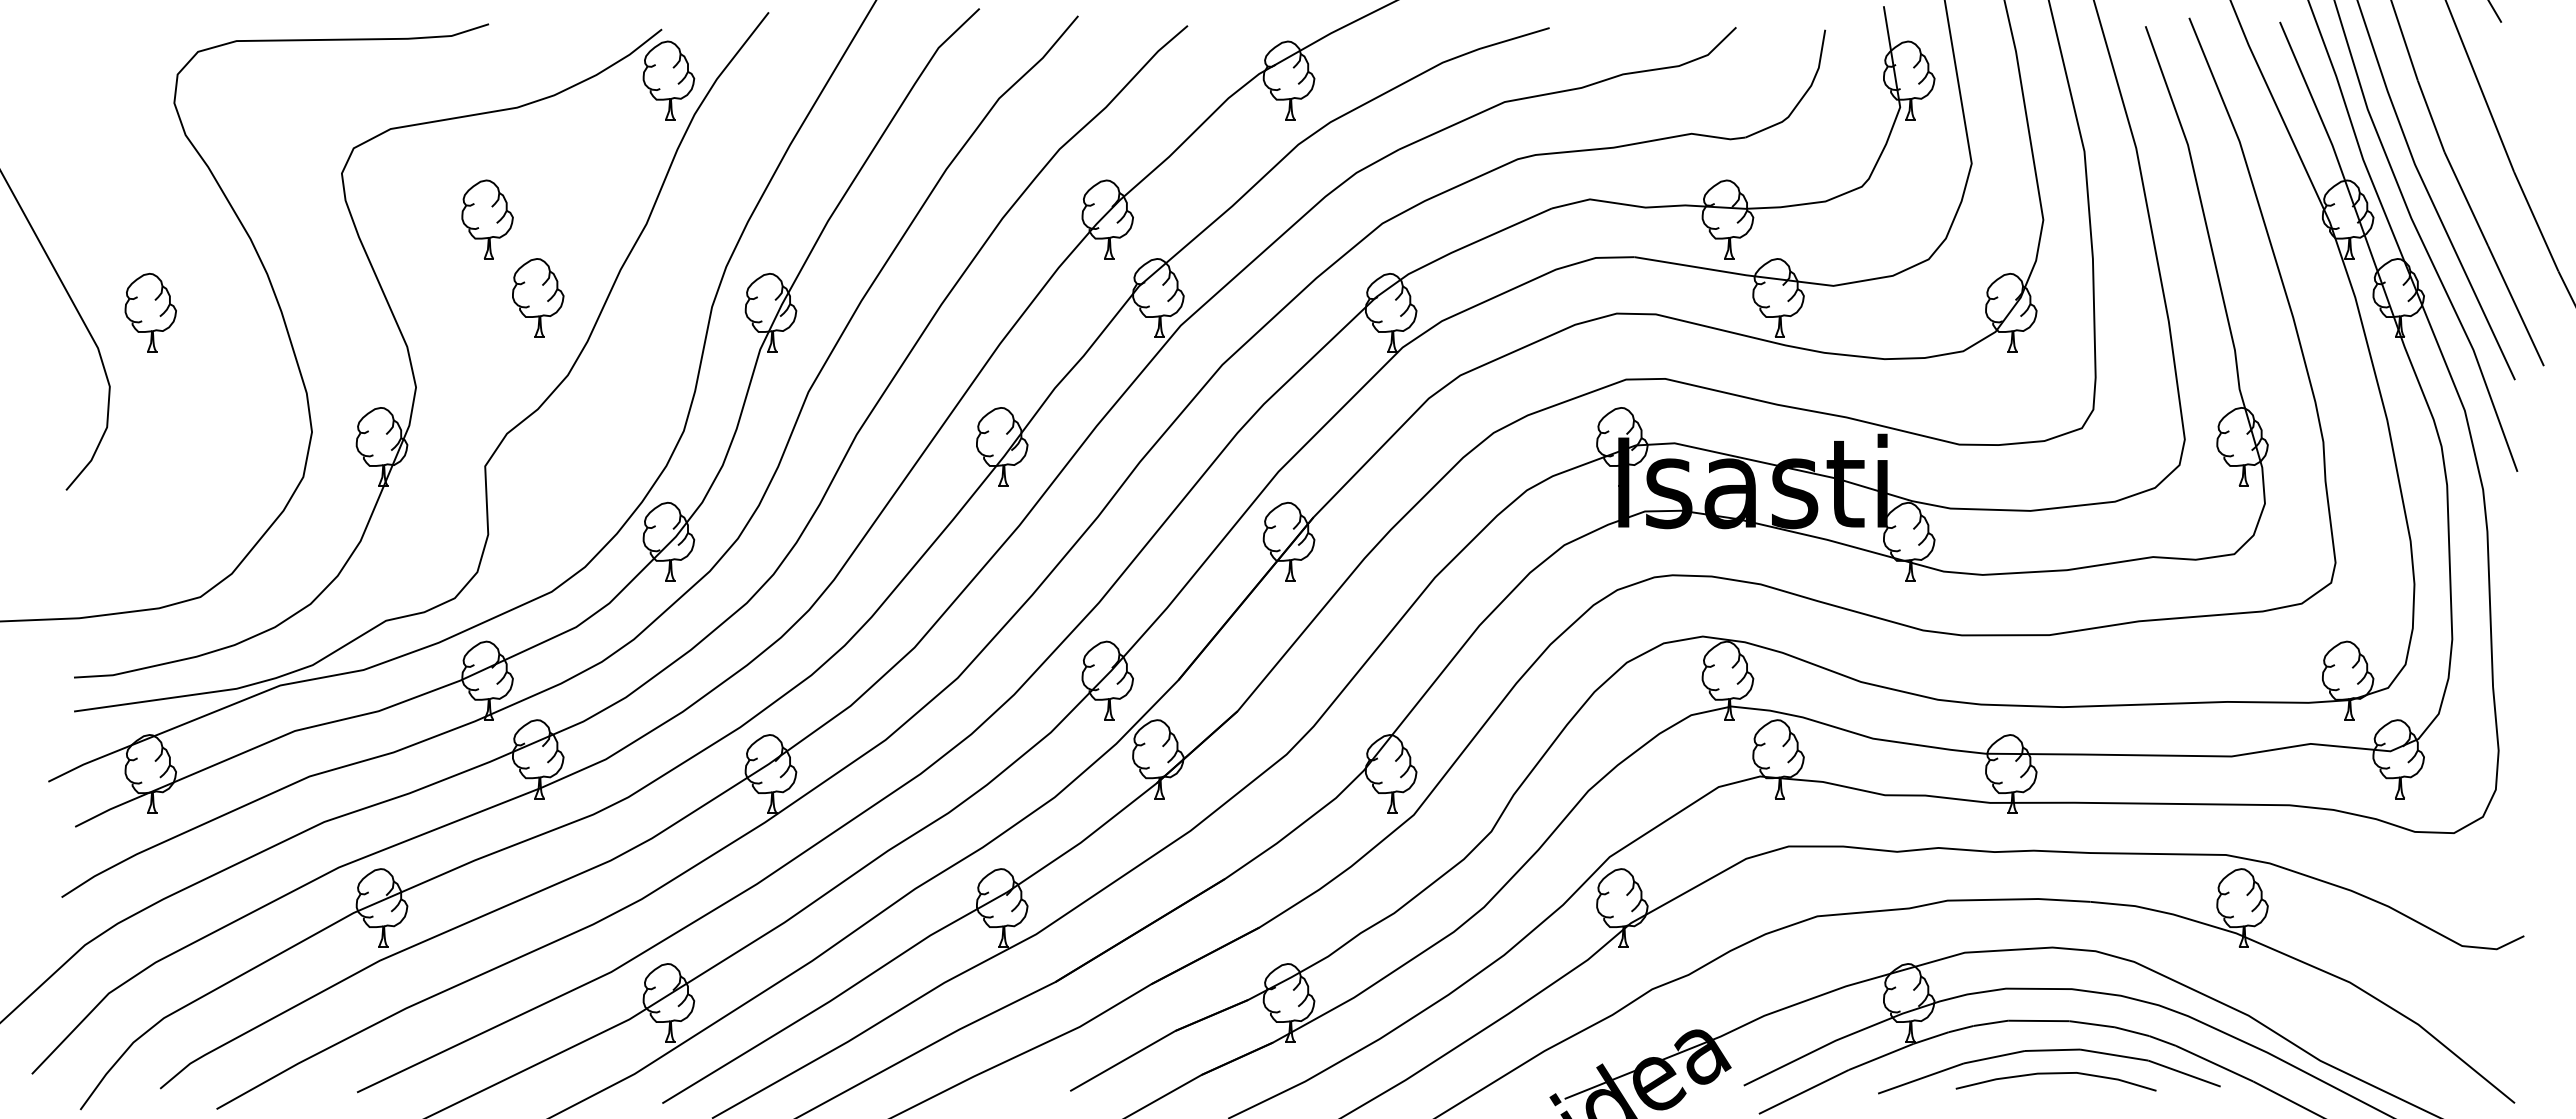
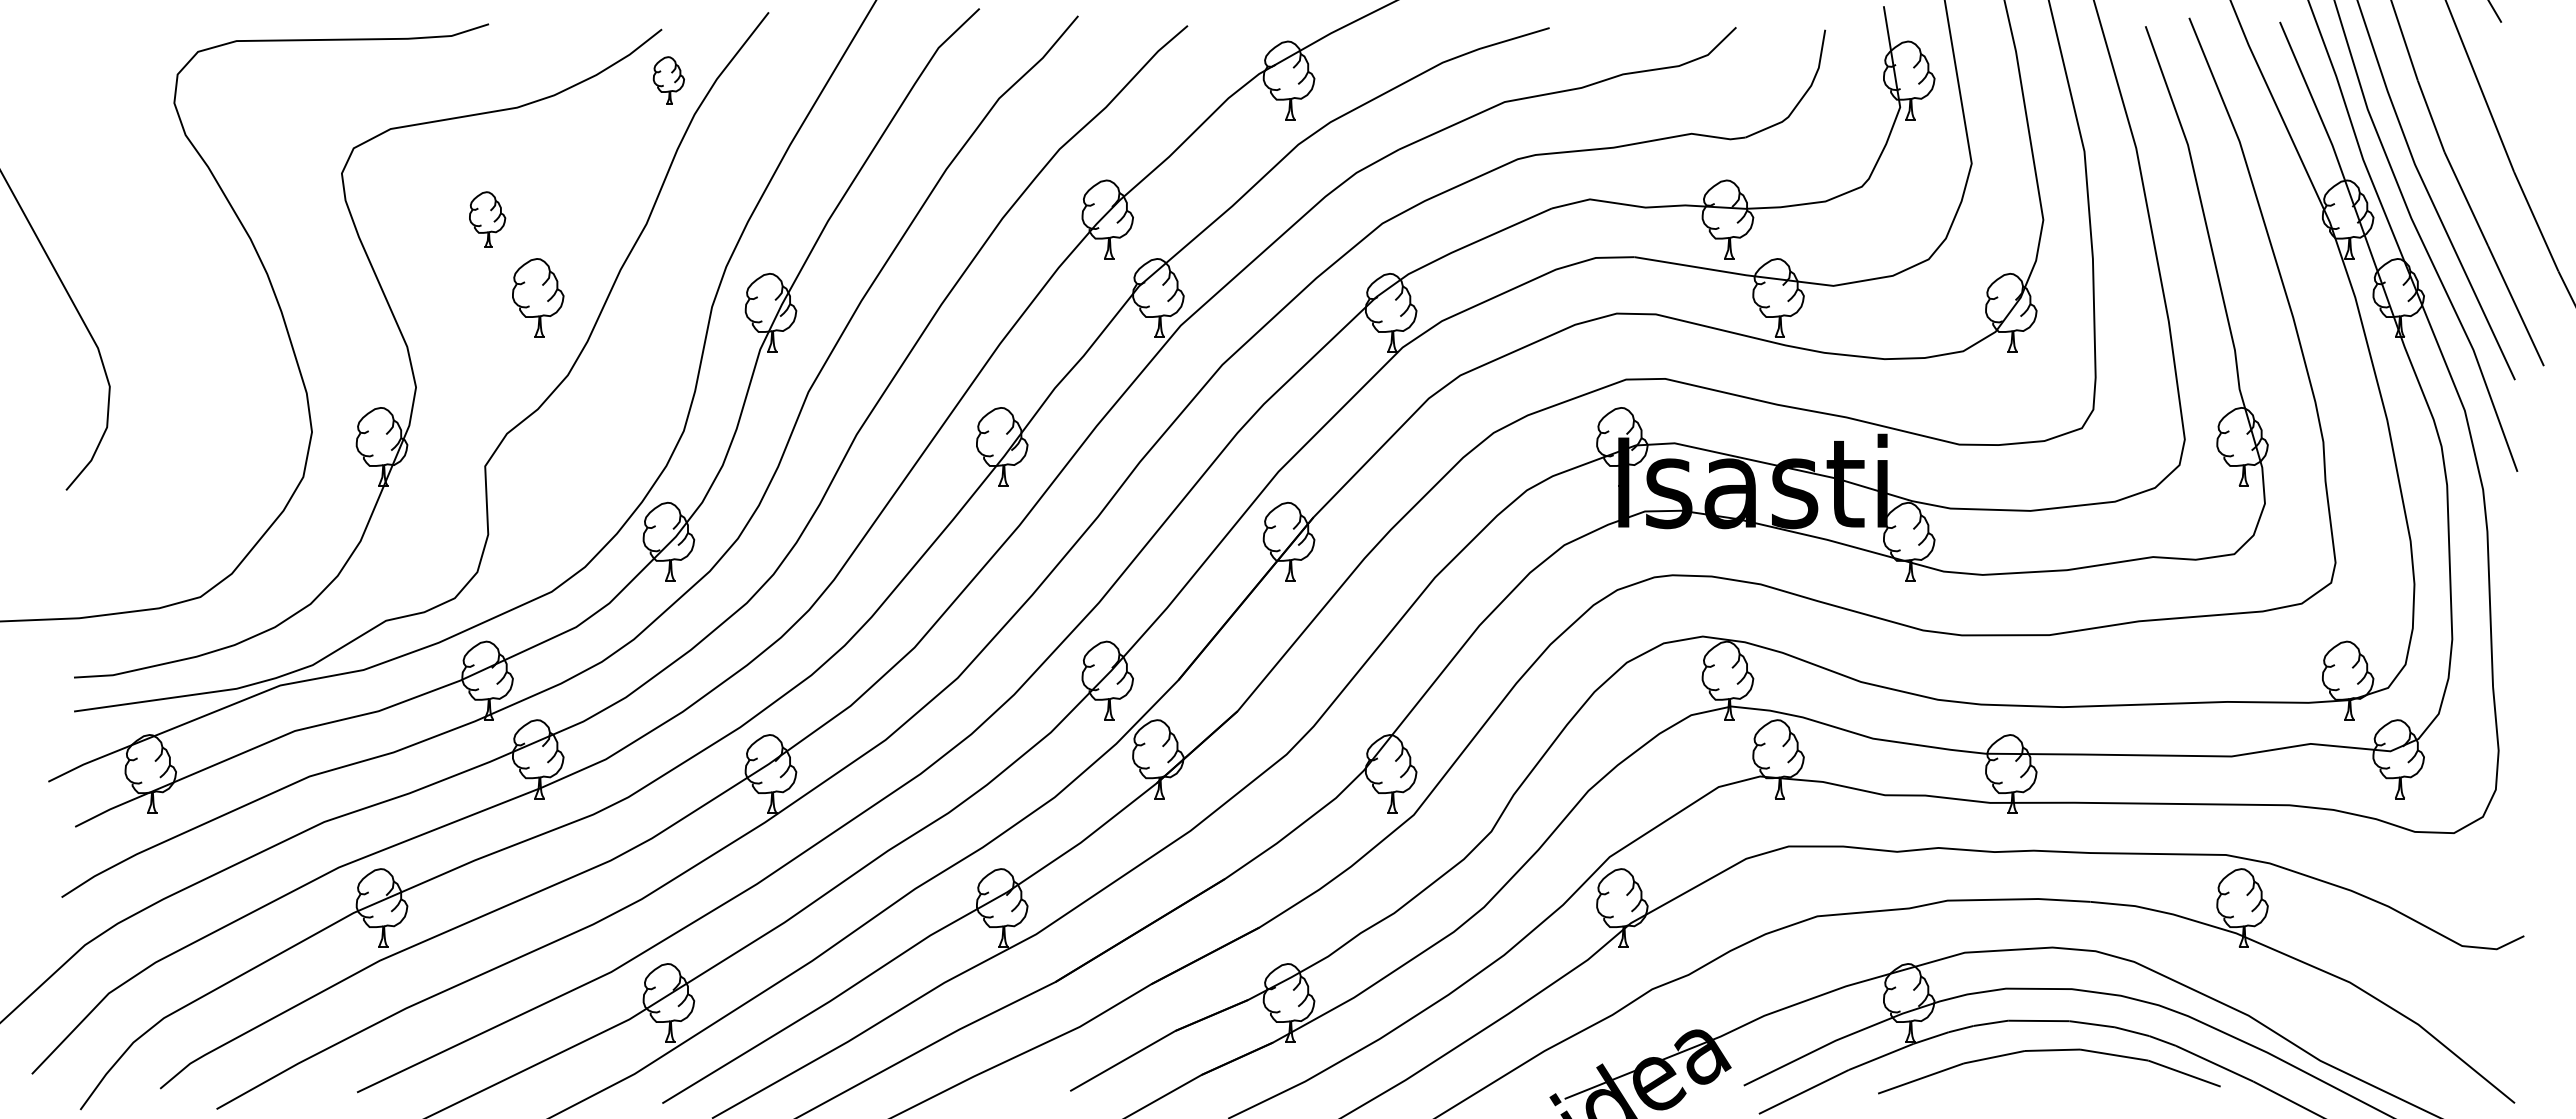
part at (668, 80) size: 54x81 px -> 33x49 px
part at (487, 219) size: 53x81 px -> 38x57 px
part at (150, 312): present -> none
curve at (2055, 1074): present -> none
